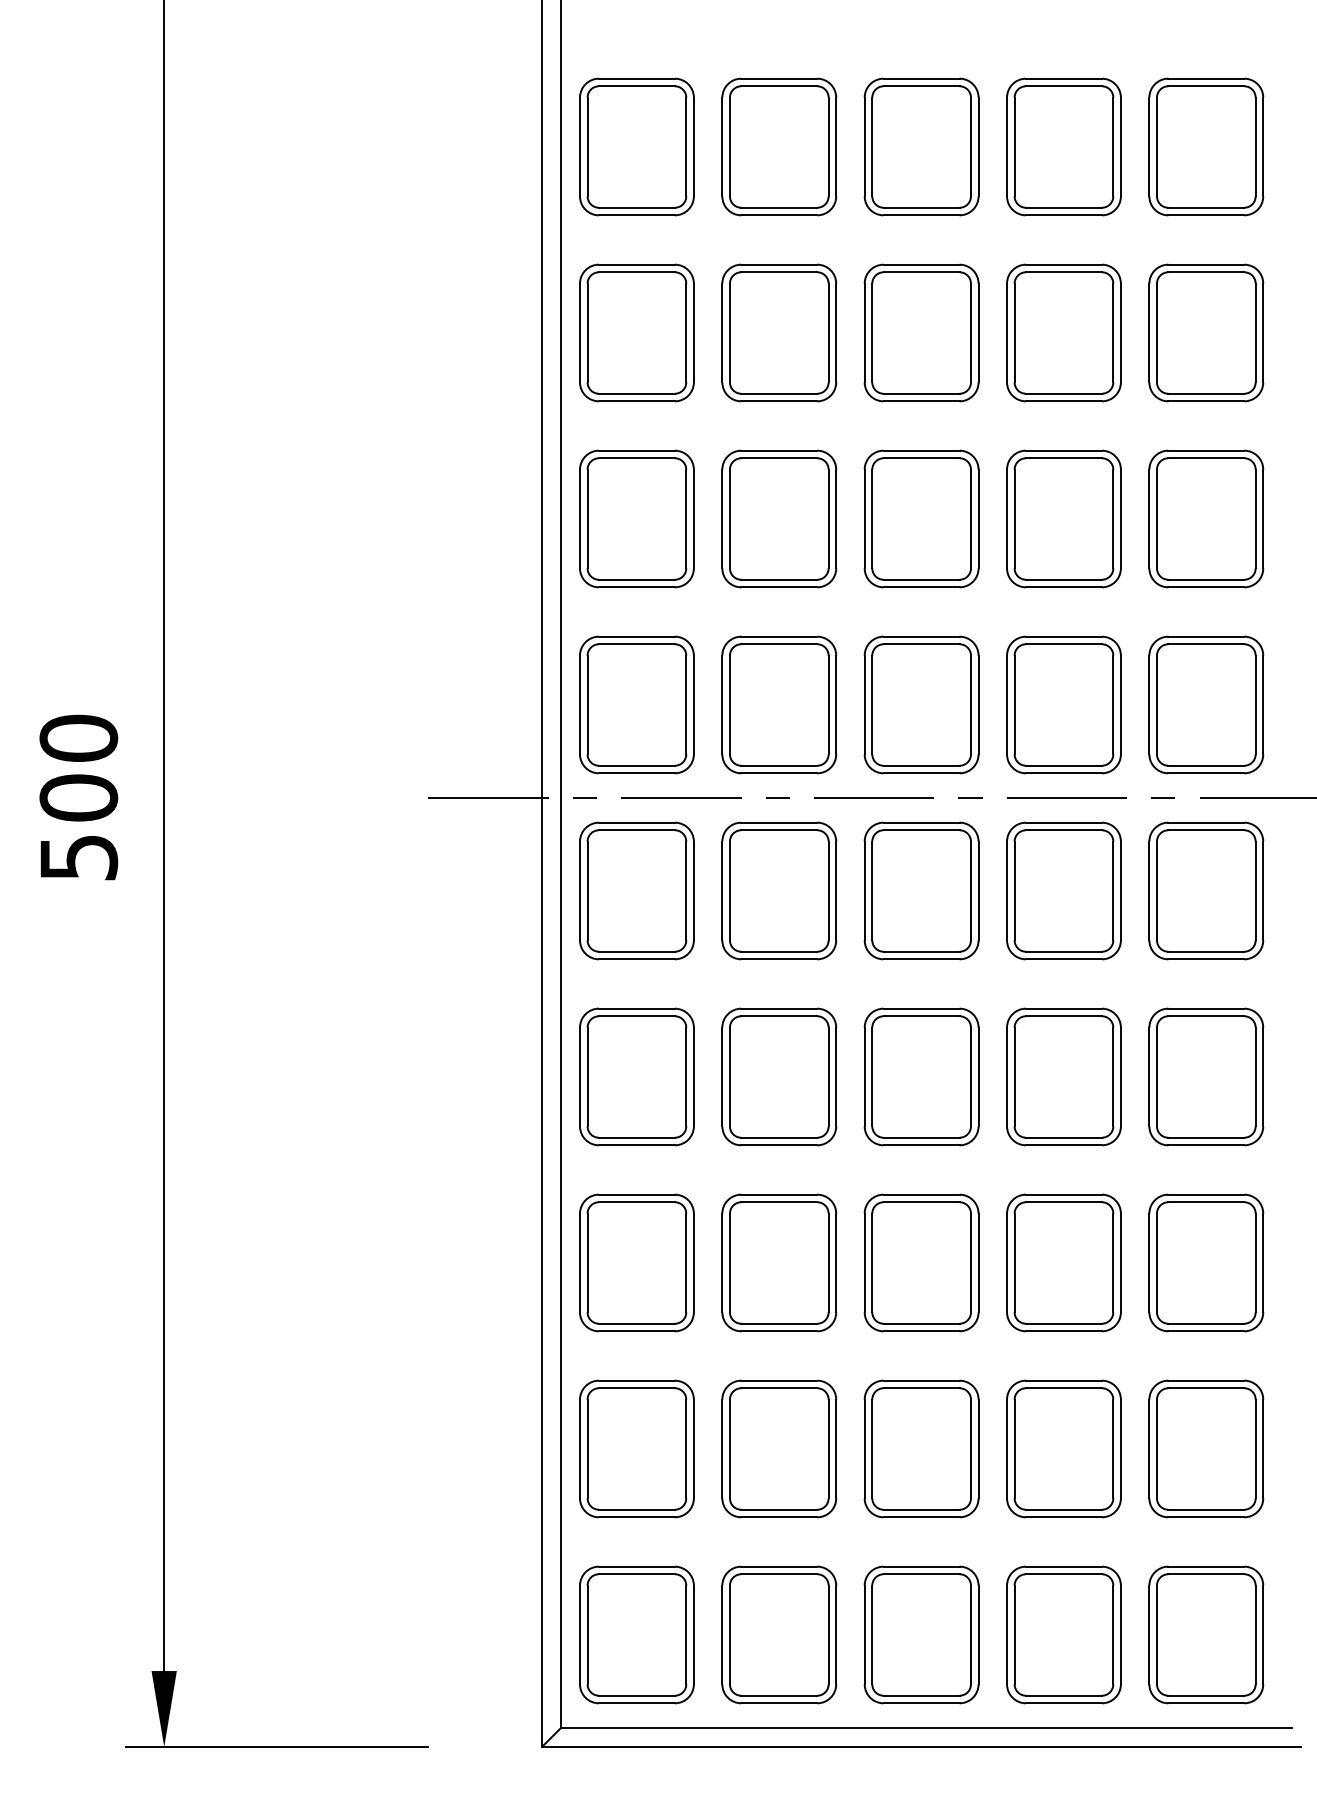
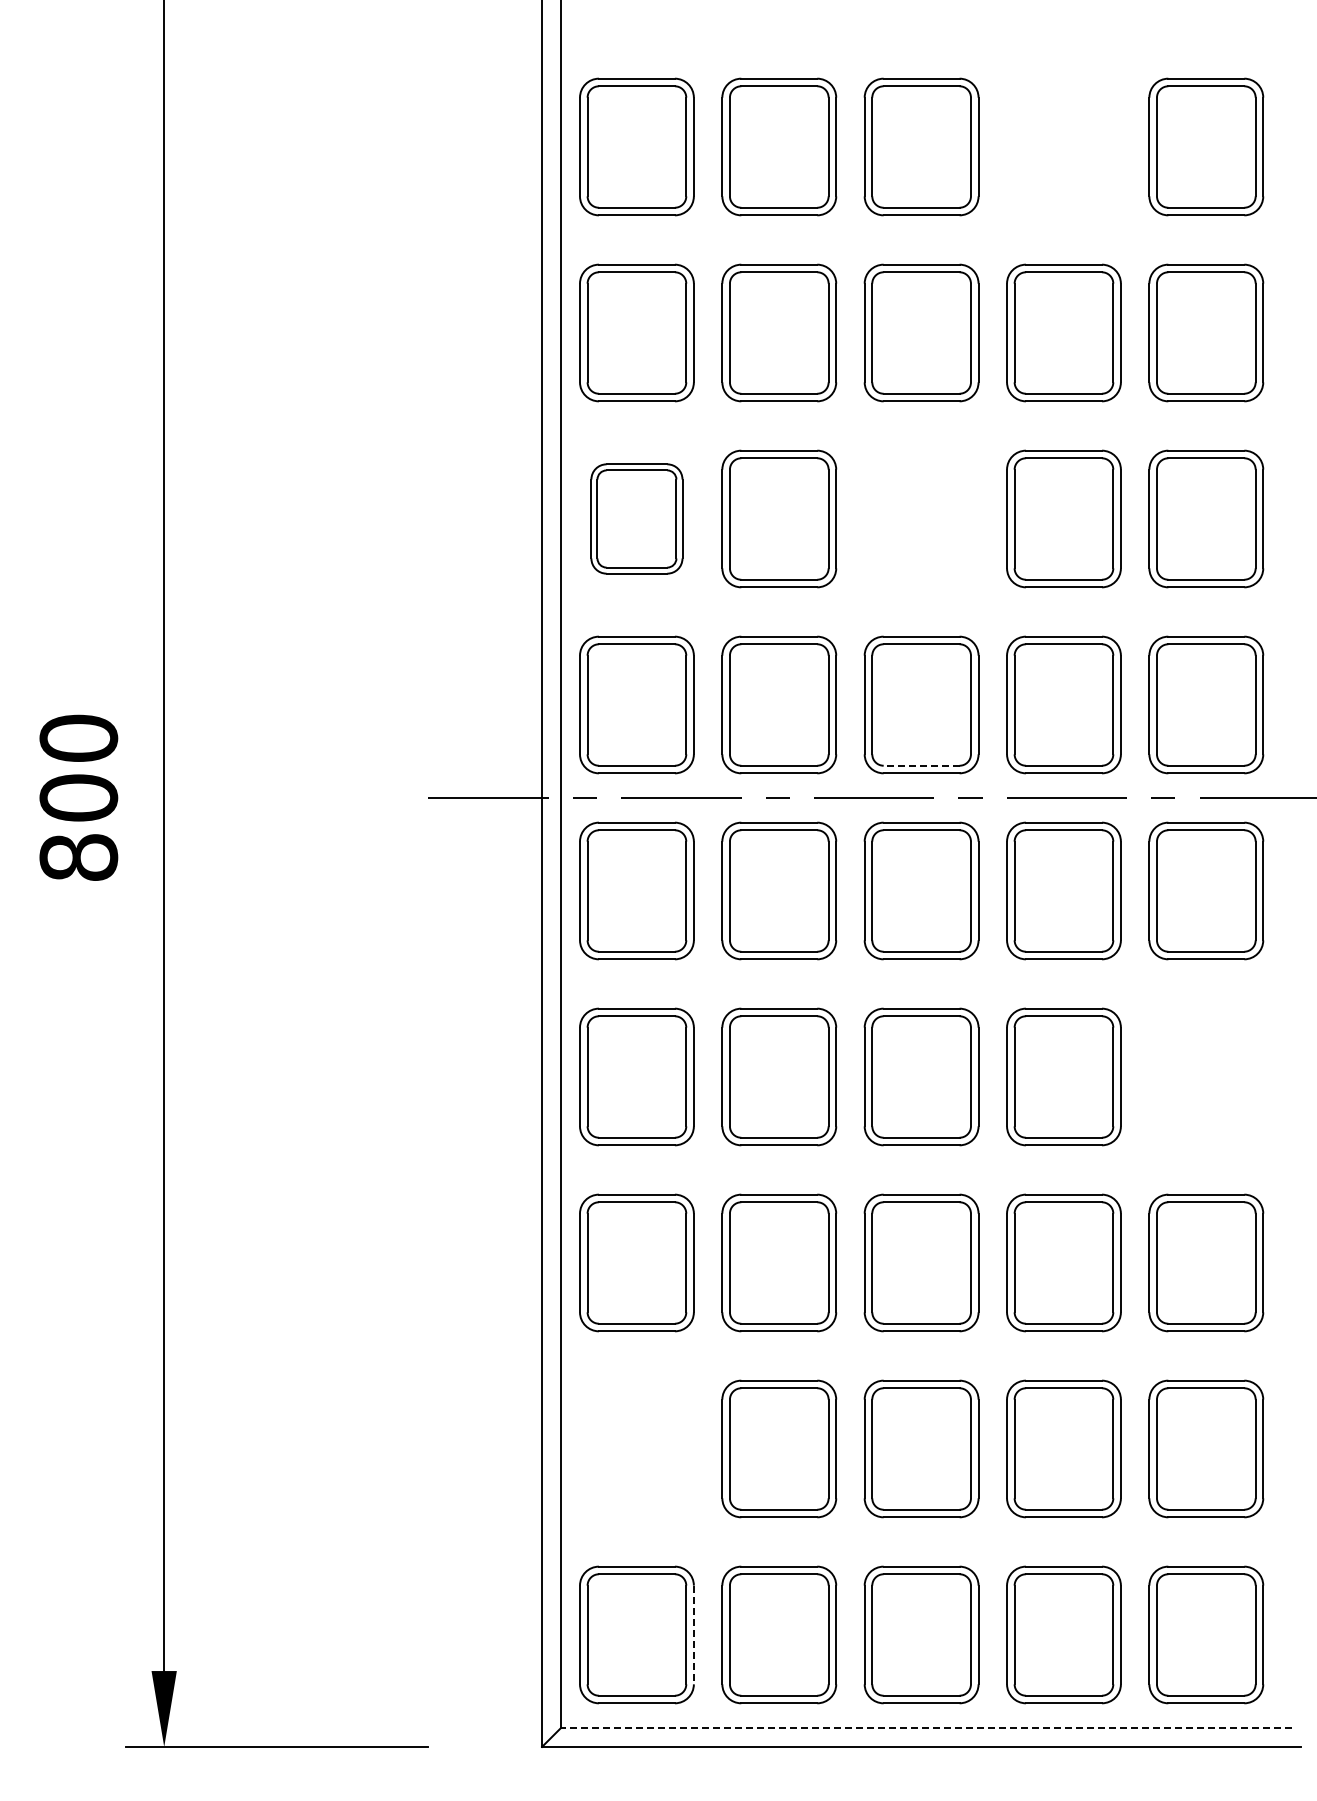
part at (1063, 146): present -> none
part at (636, 518) size: 116x140 px -> 94x112 px
part at (921, 518): present -> none
line at (921, 765): solid -> dashed
text at (78, 857): 500 -> 800
part at (1206, 1076): present -> none
part at (636, 1448): present -> none
line at (693, 1635): solid -> dashed
line at (926, 1727): solid -> dashed
